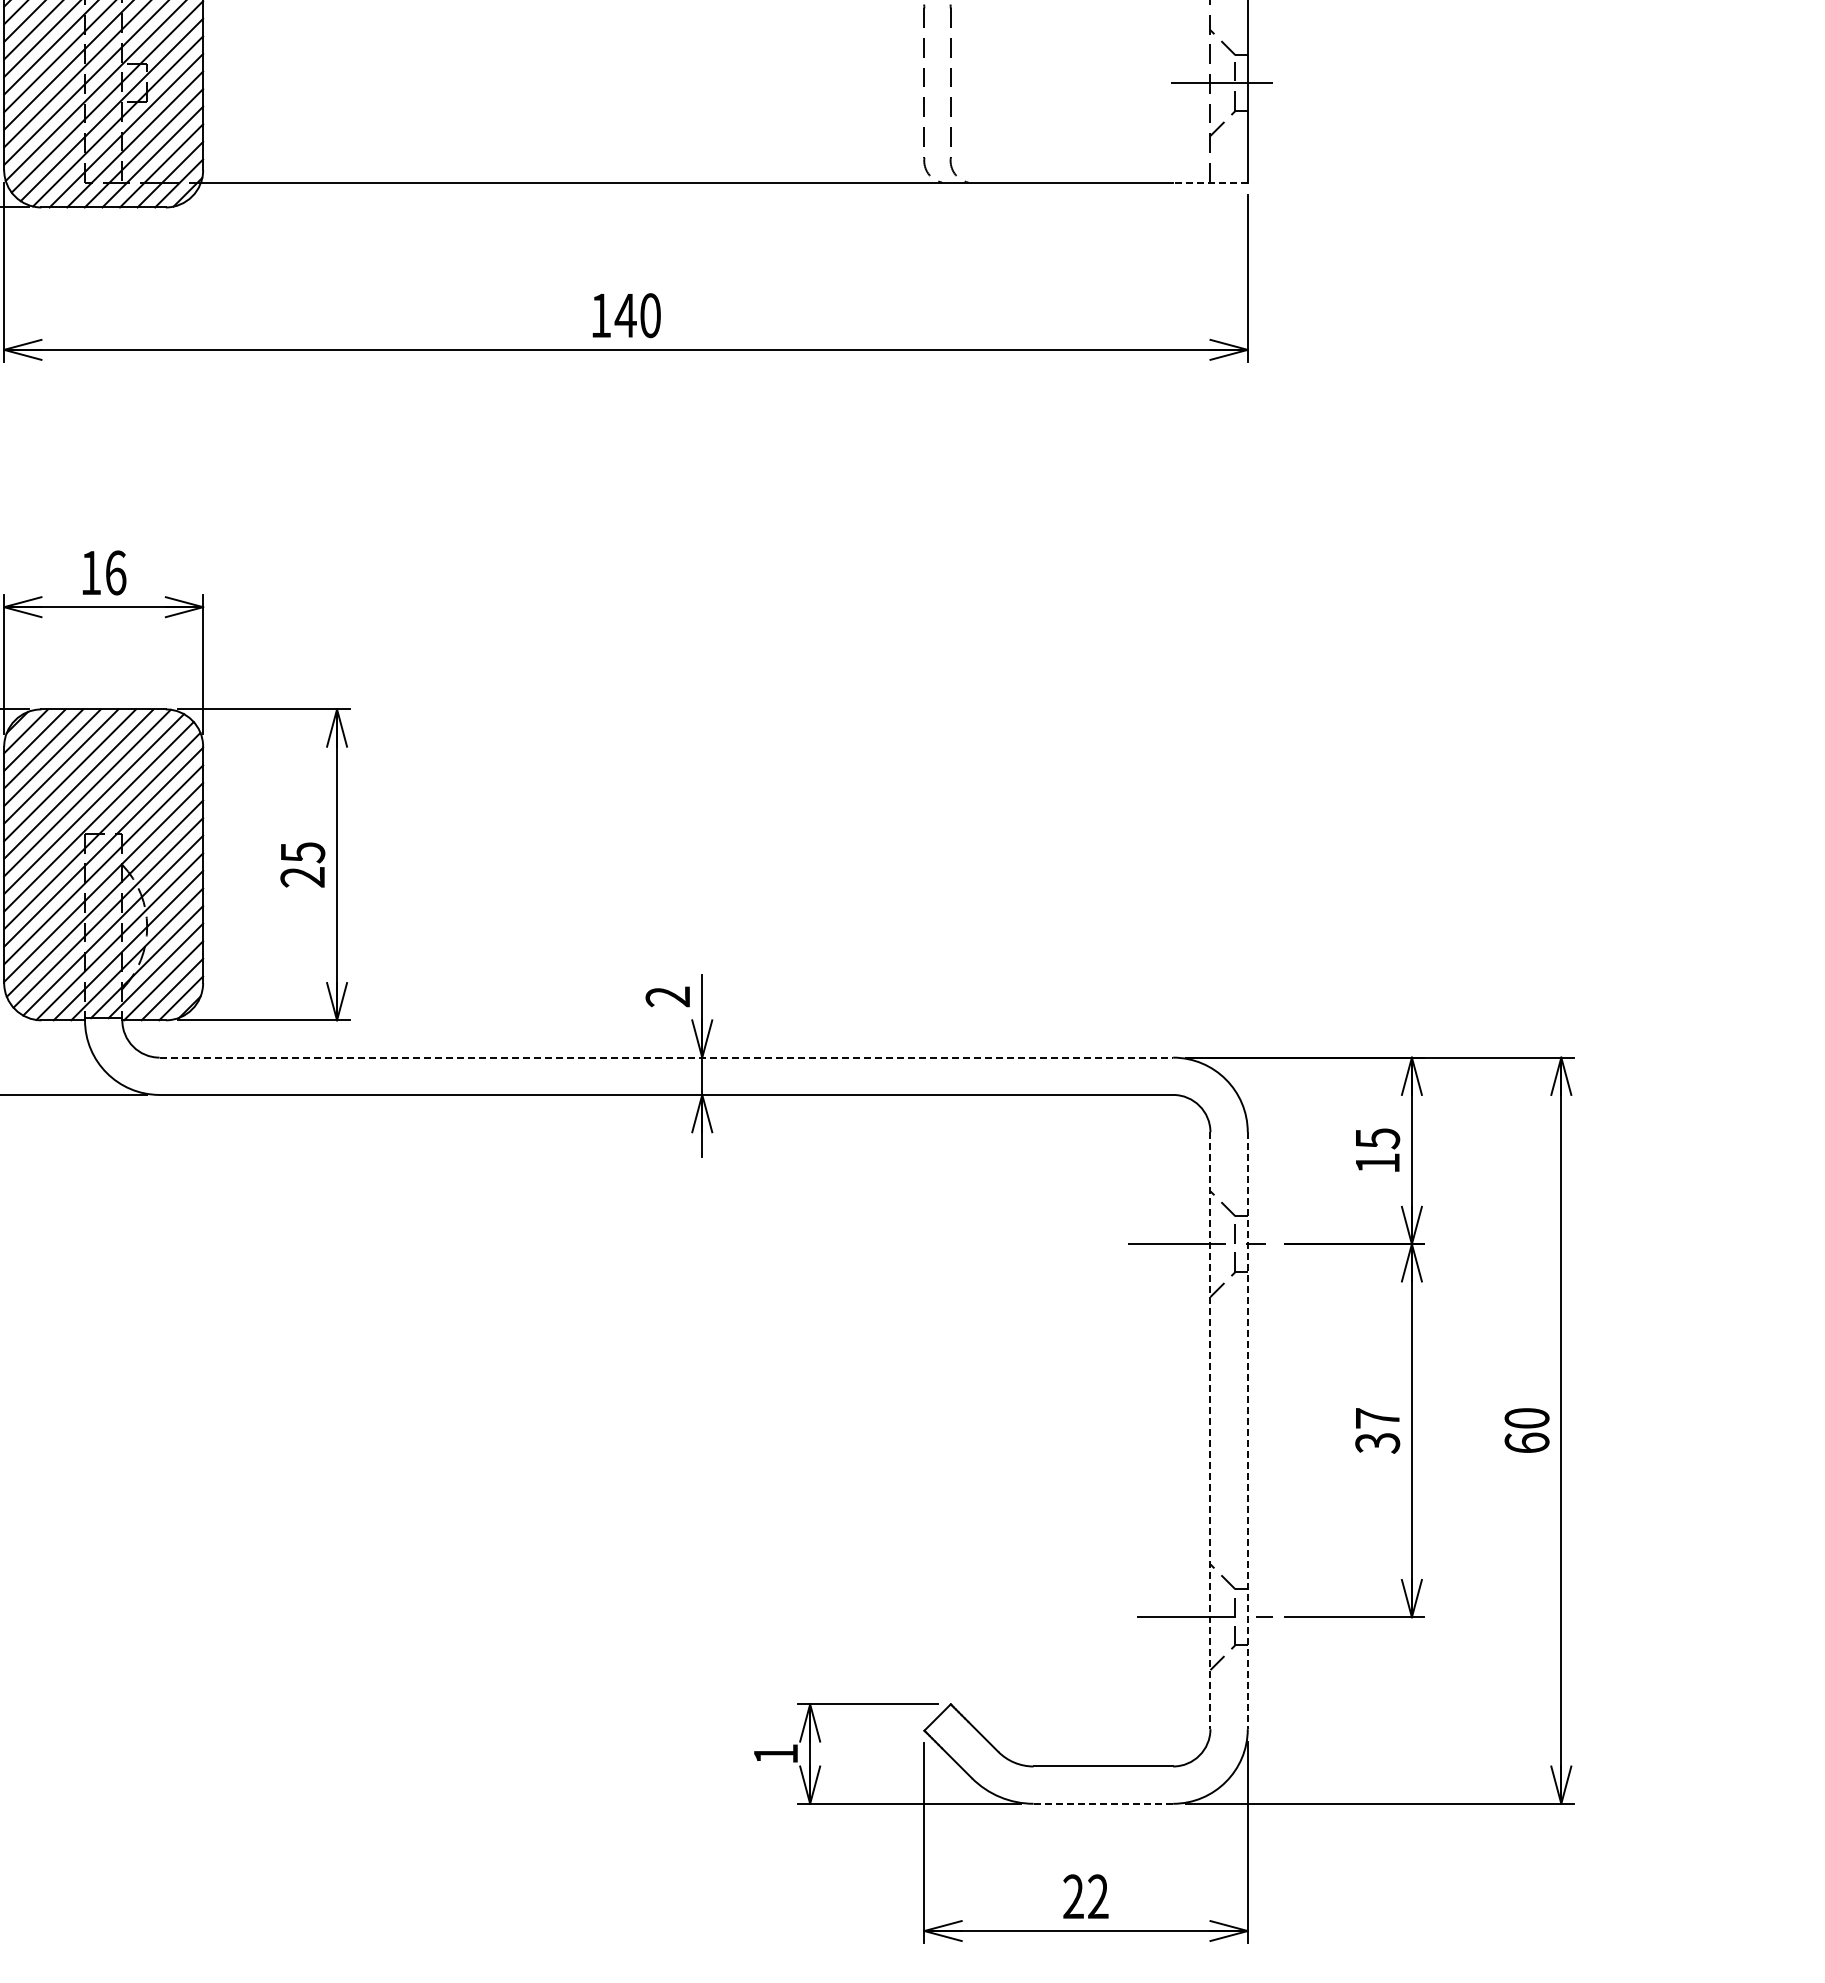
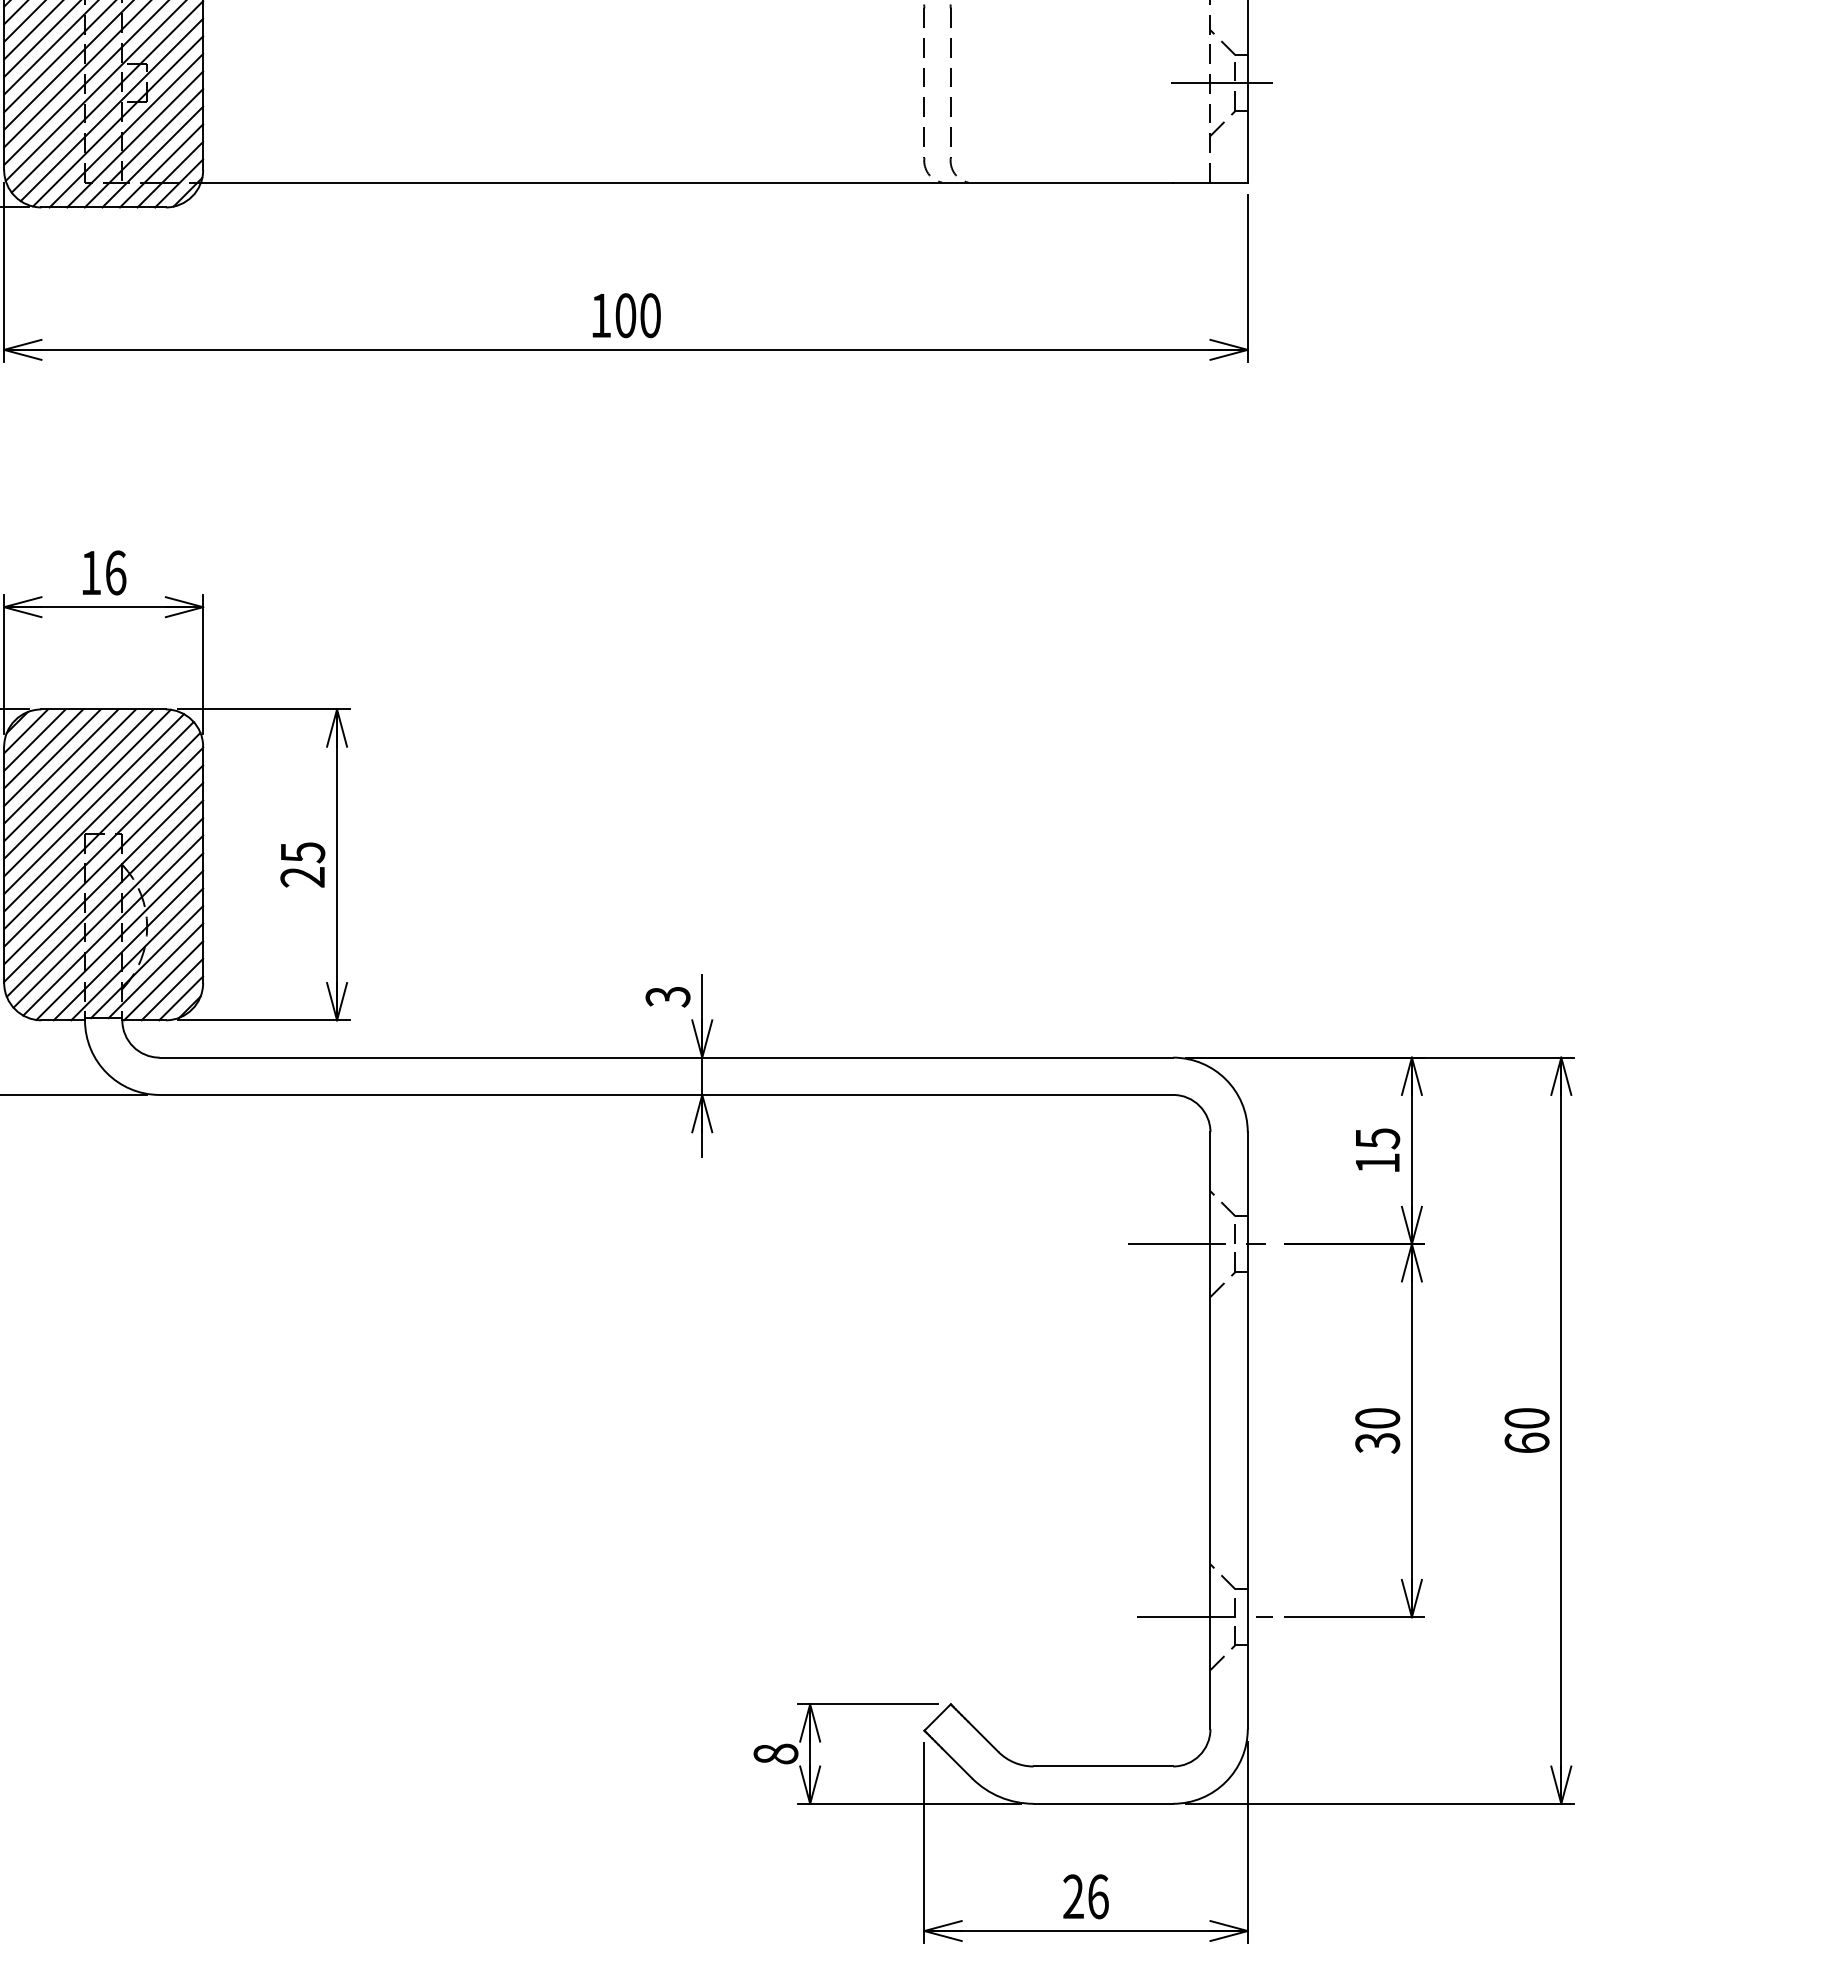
line at (1209, 182): dashed -> solid
text at (625, 315): 140 -> 100
text at (668, 996): 2 -> 3
line at (666, 1057): dashed -> solid
text at (1377, 1418): 37 -> 30
line at (1210, 1431): dashed -> solid
line at (1247, 1431): dashed -> solid
text at (775, 1753): 1 -> 8
line at (1103, 1803): dashed -> solid
text at (1098, 1896): 22 -> 26
